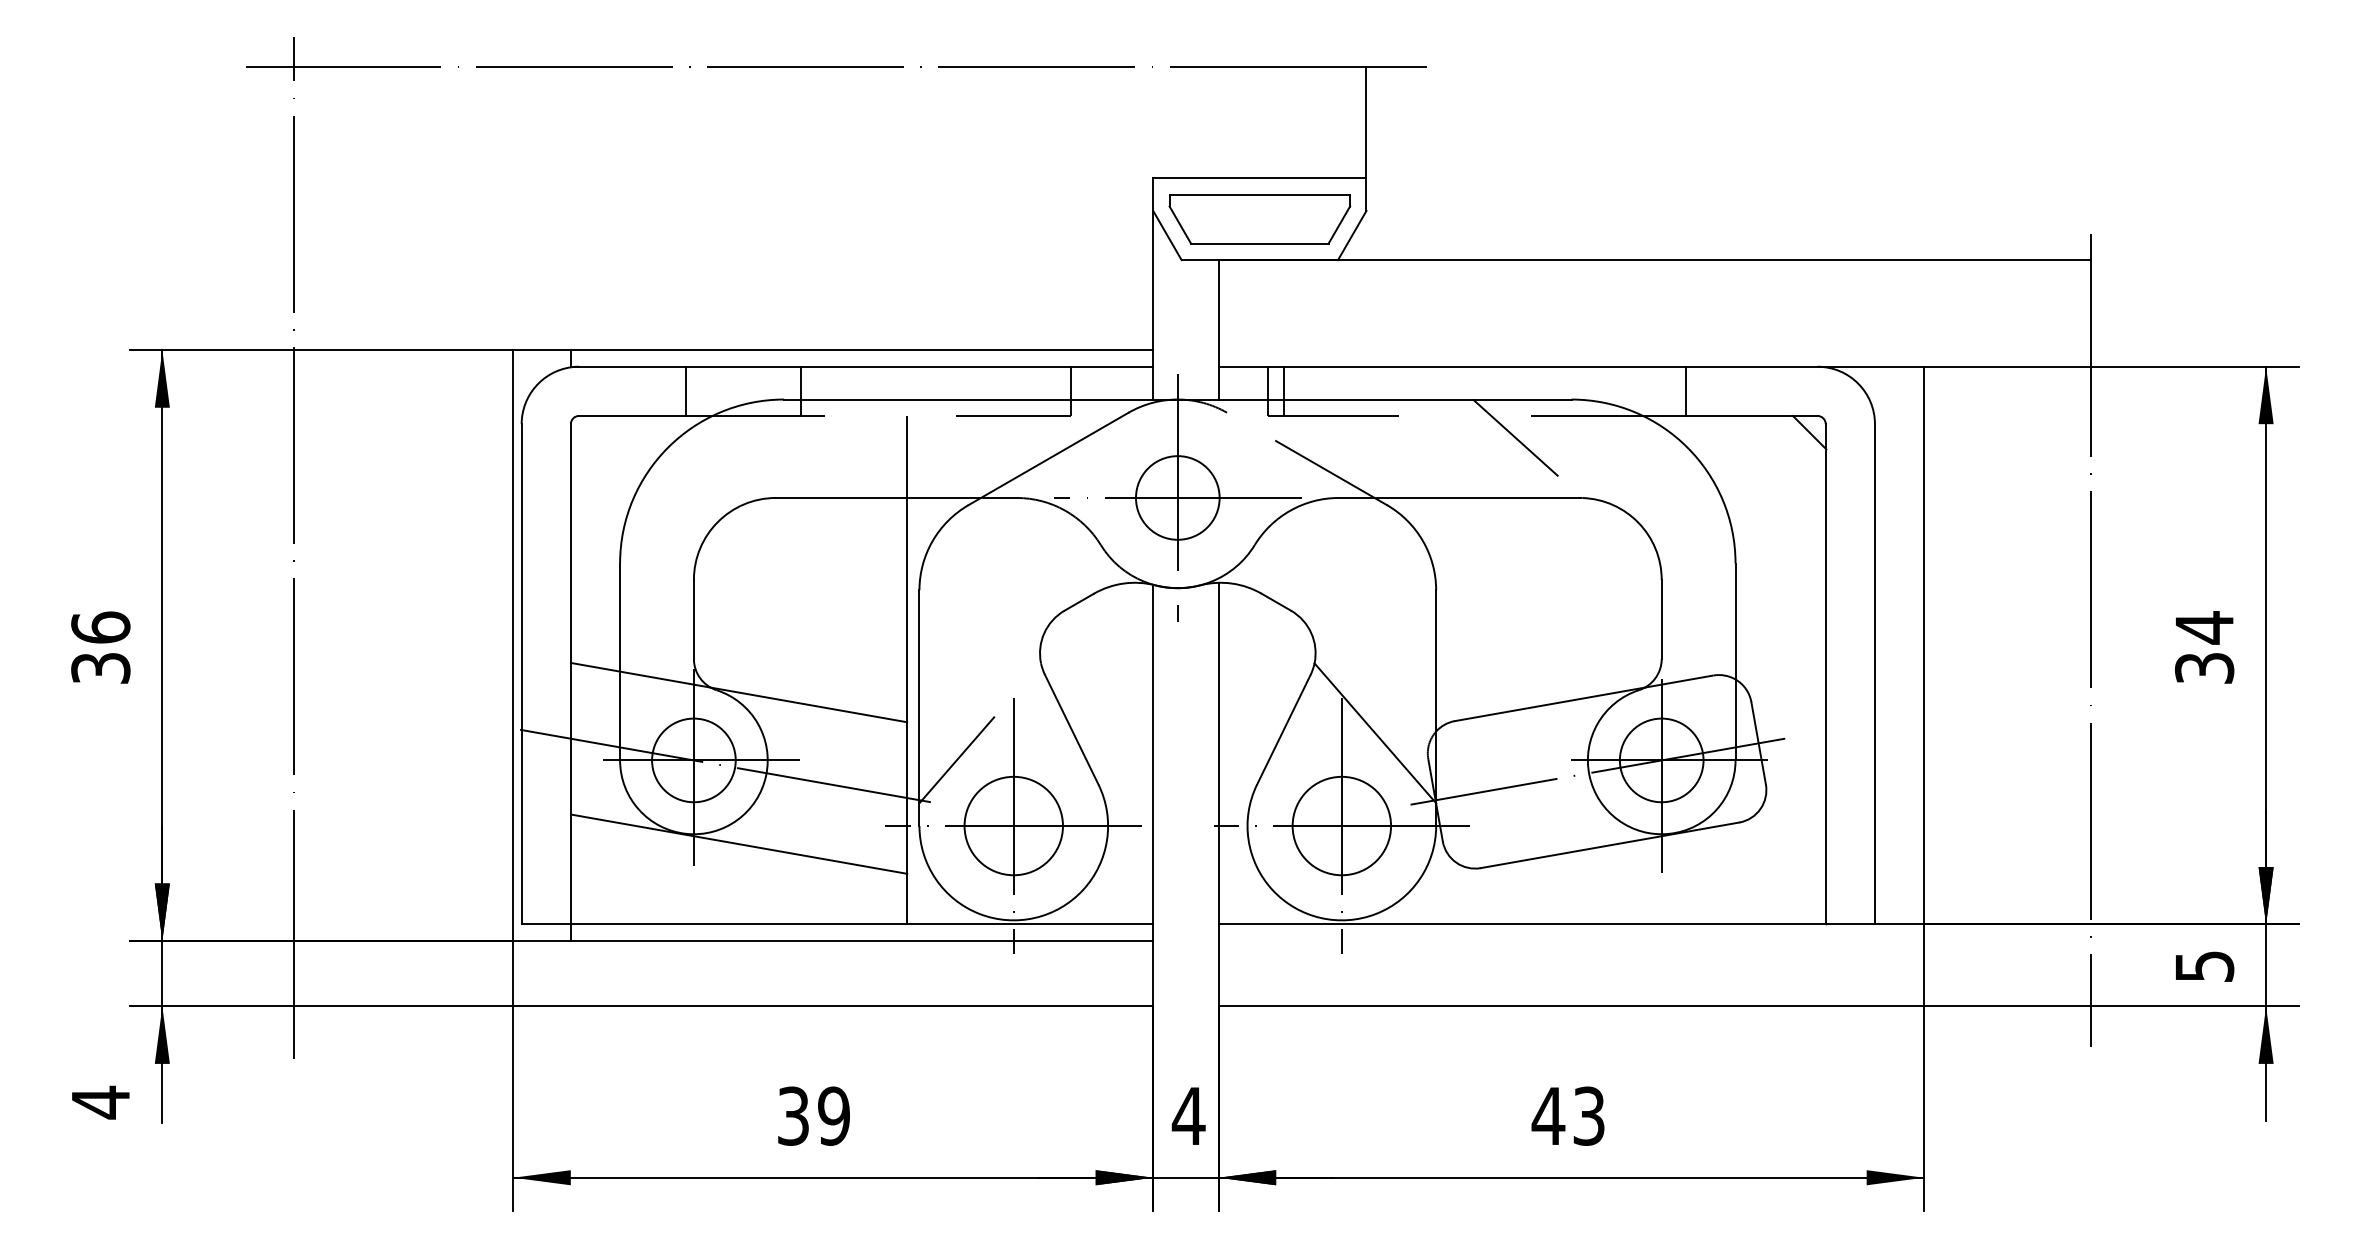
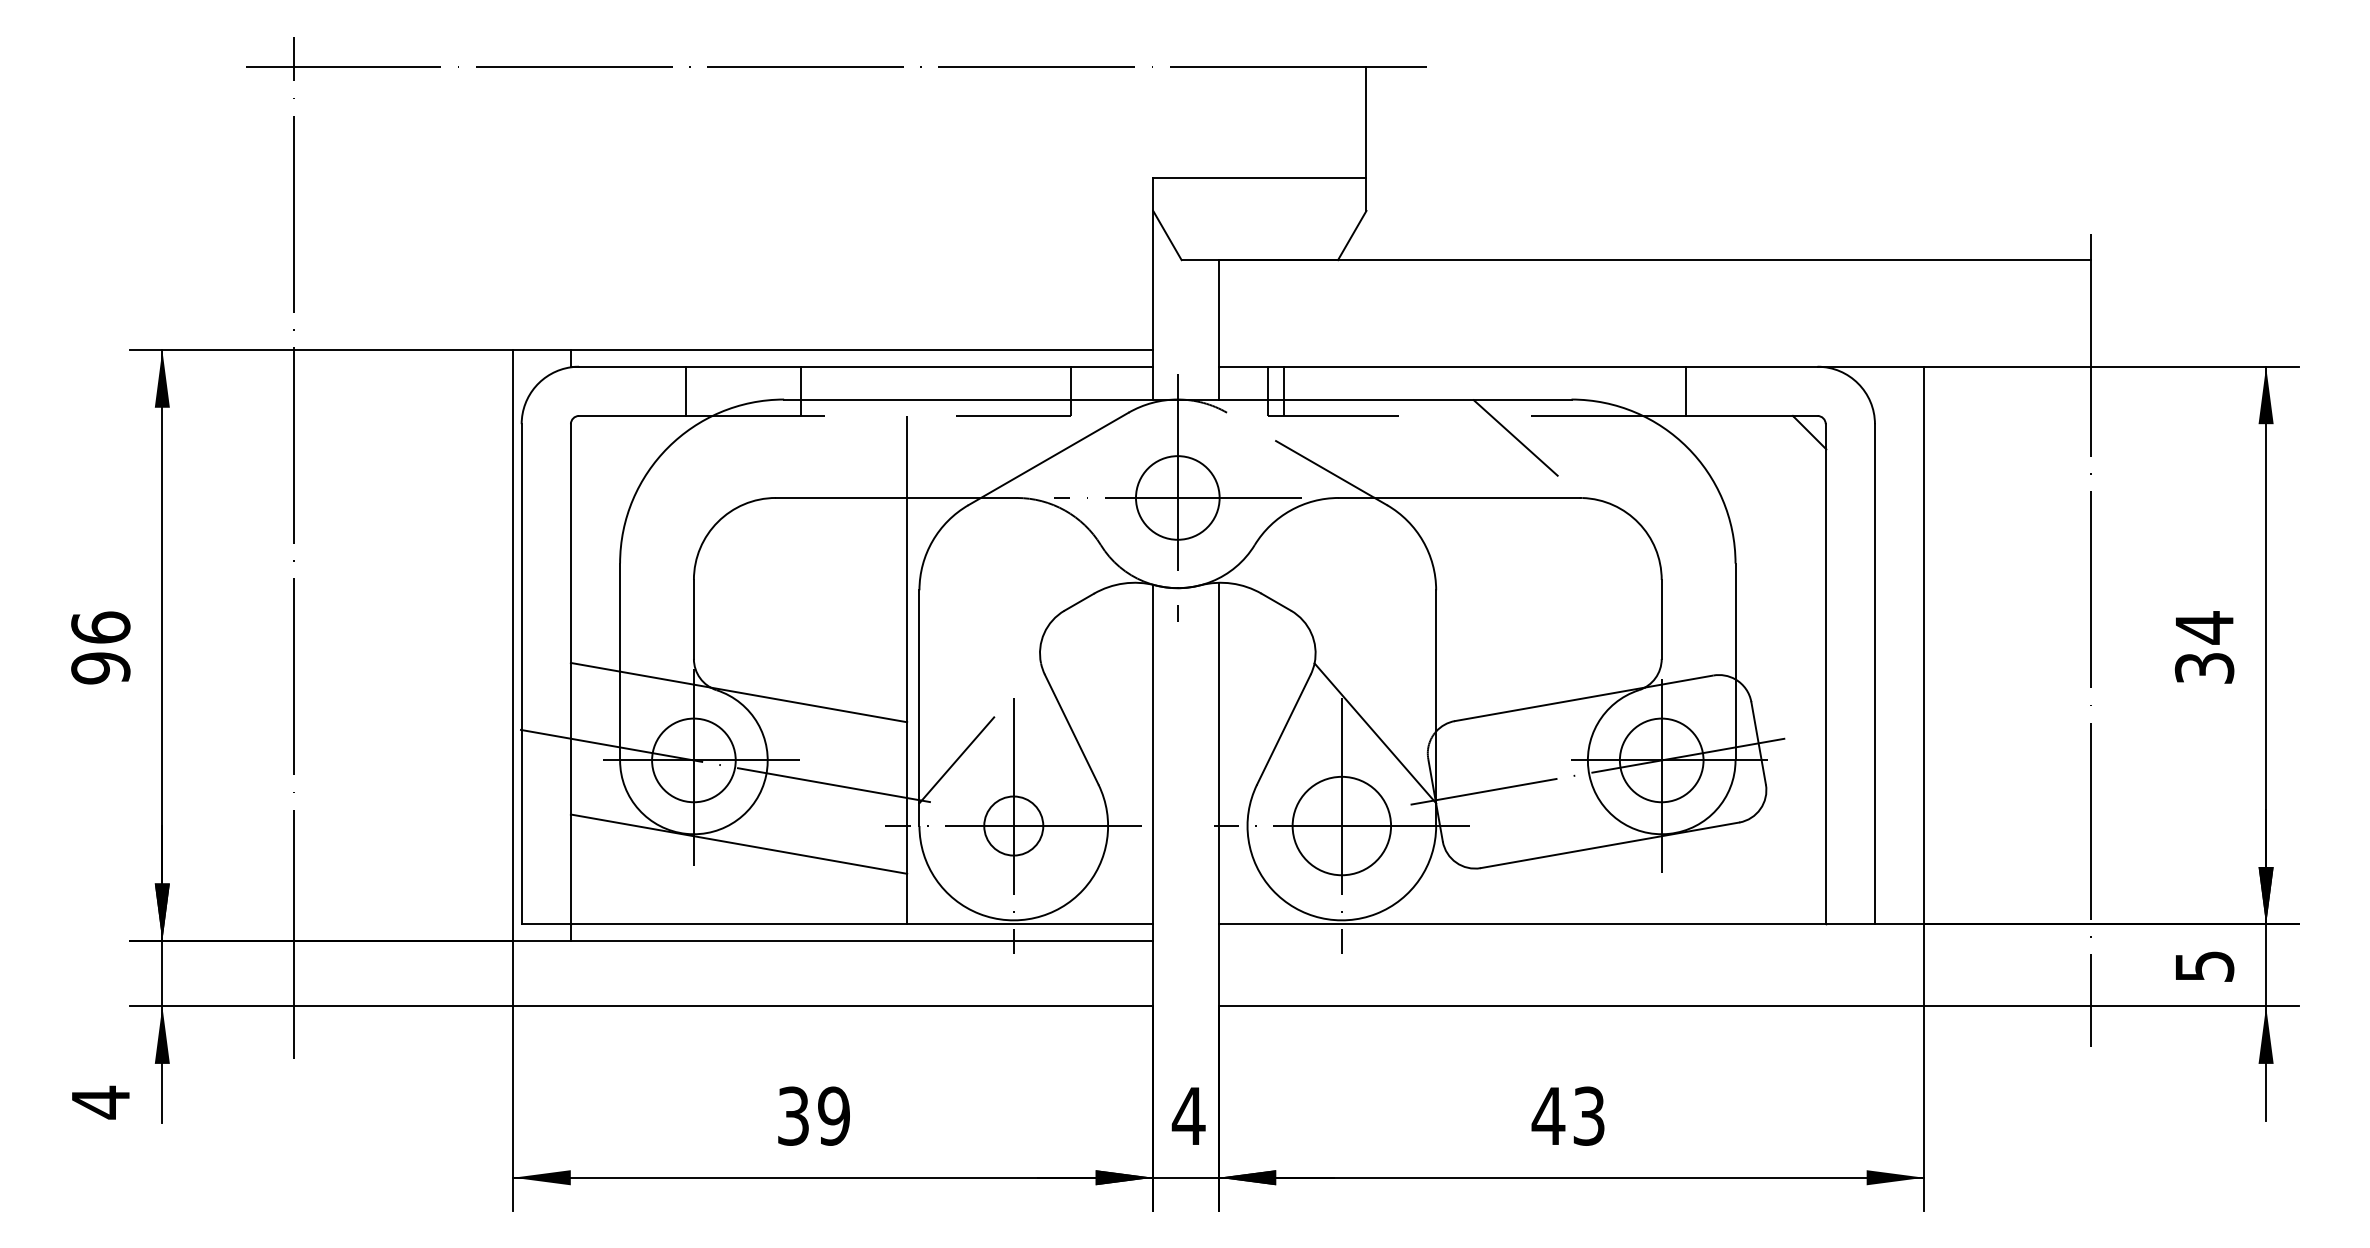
part at (1259, 219): present -> none
text at (100, 668): 36 -> 96
circle at (1013, 825) diameter: 98 px -> 59 px
